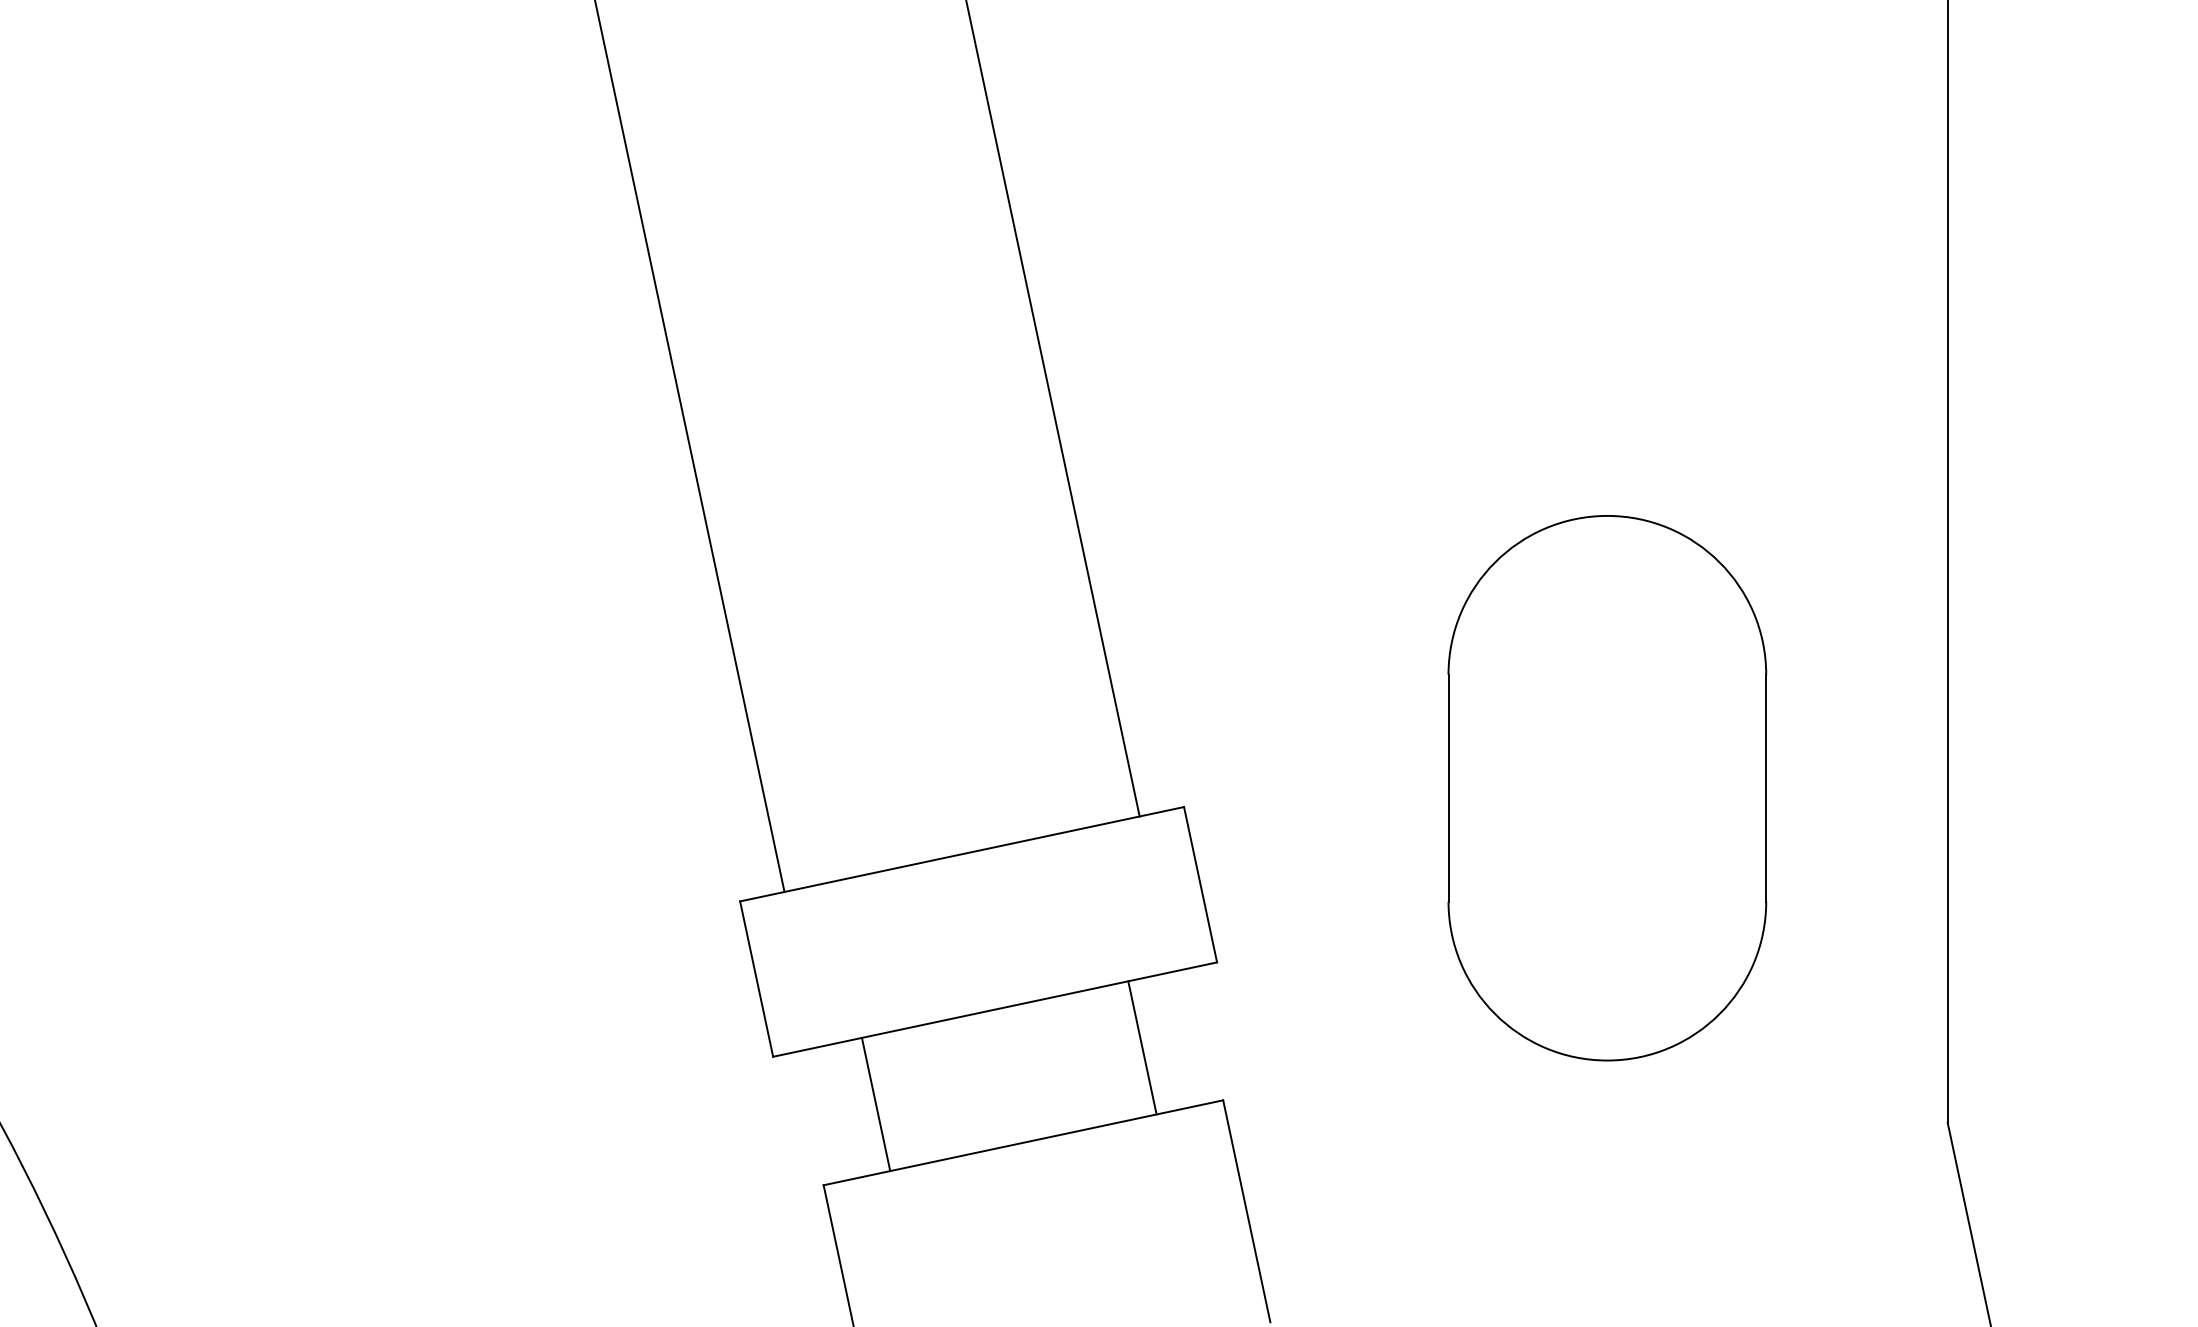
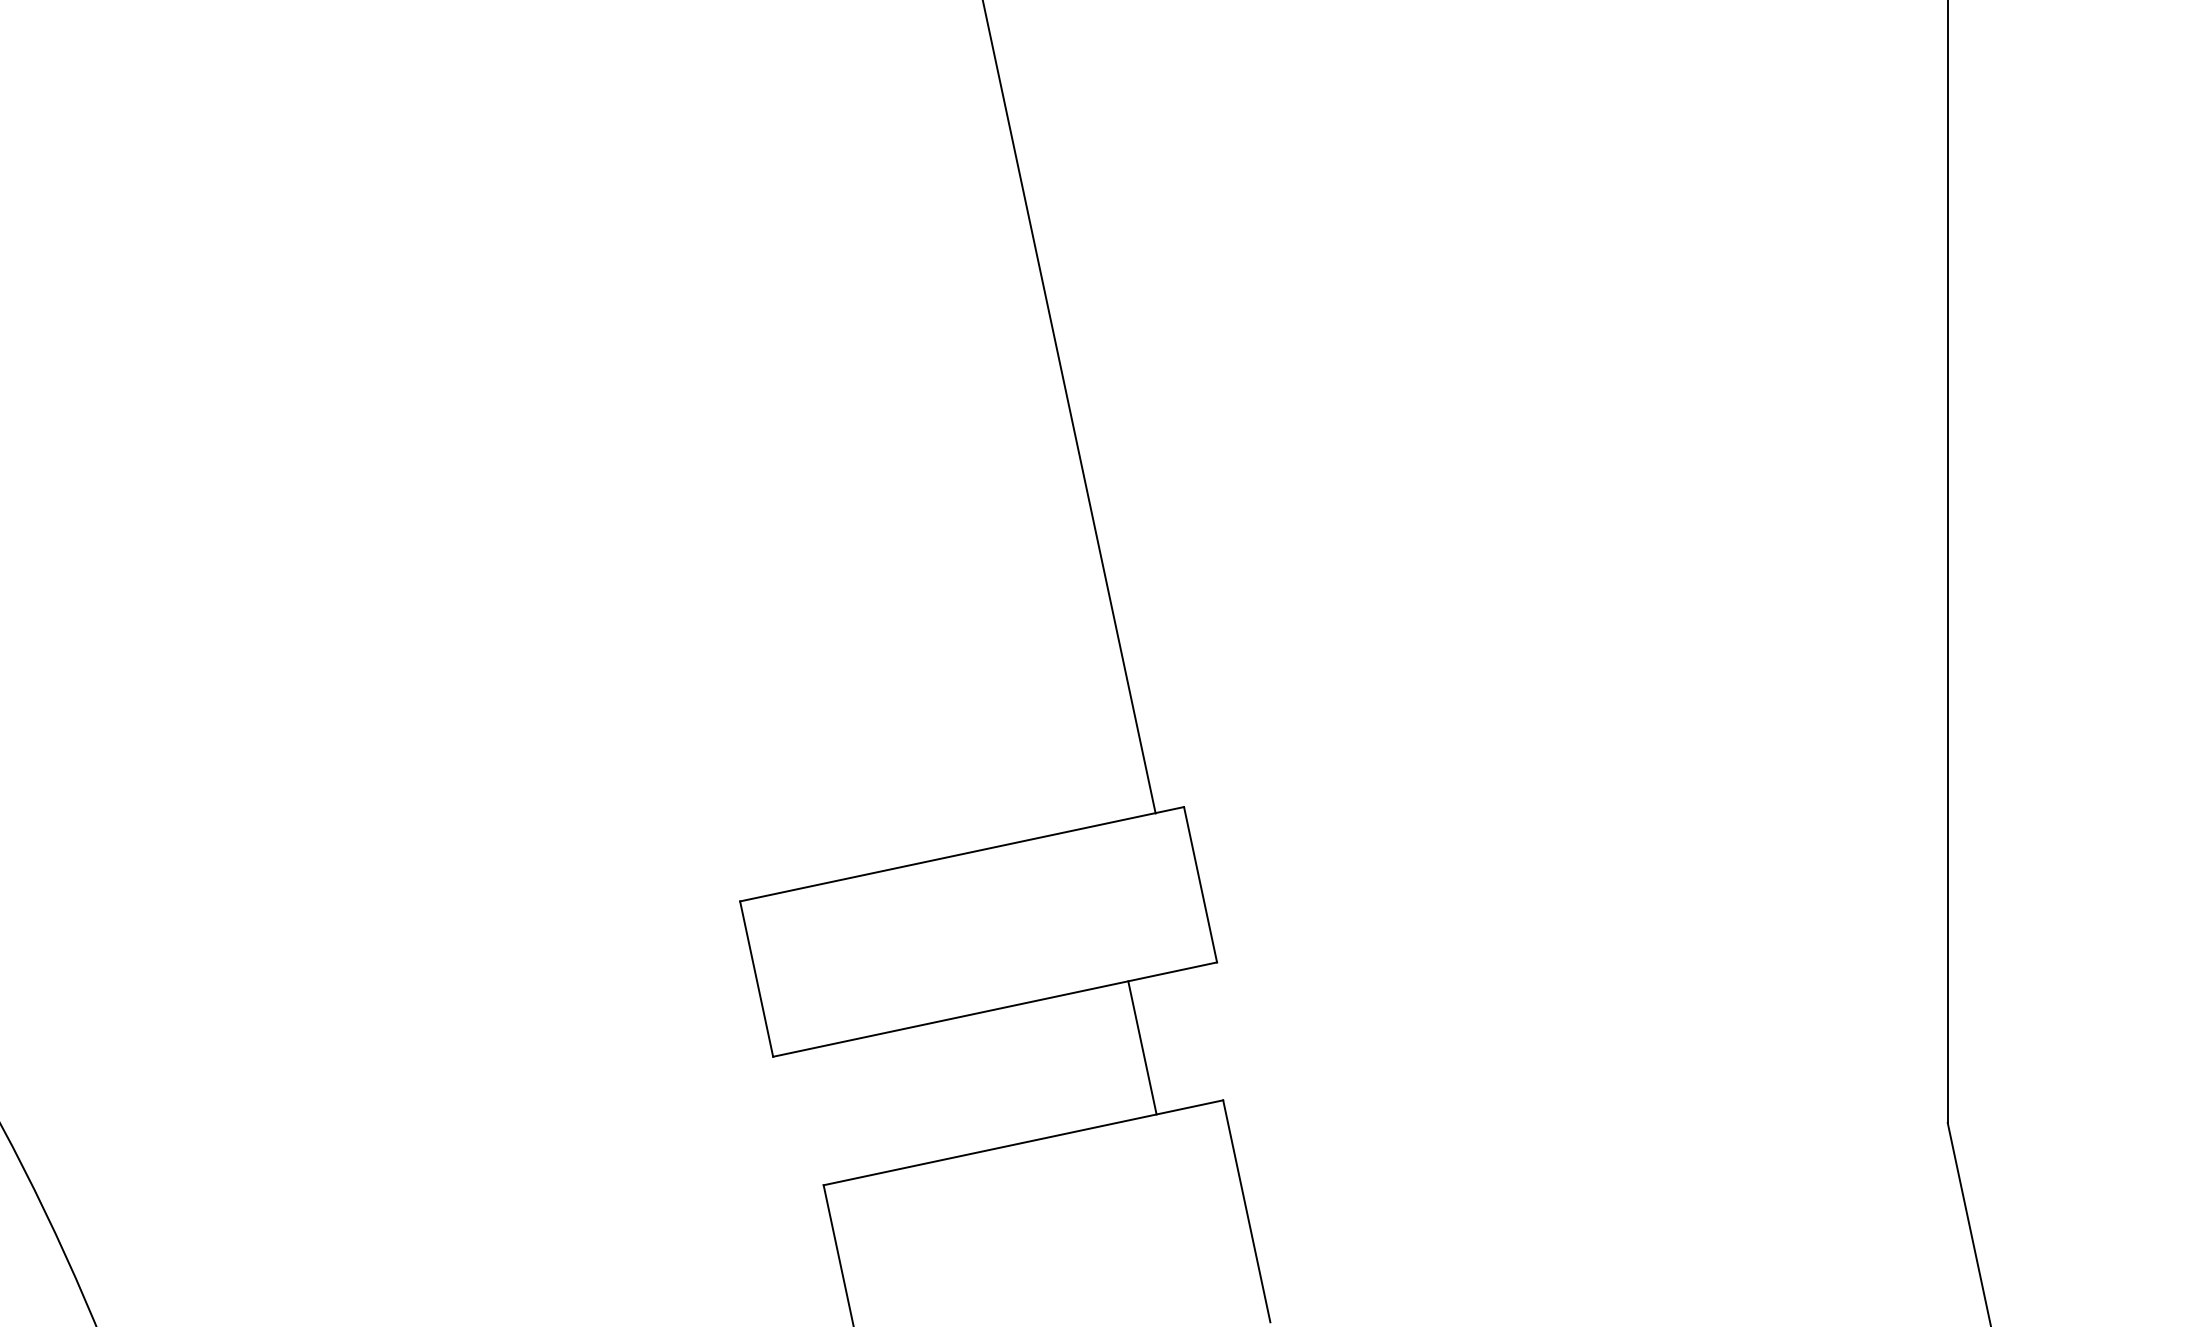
line at (1052, 409) position: (1052, 409) -> (1069, 407)
line at (689, 446): present -> none
part at (1607, 788): present -> none
line at (875, 1104): present -> none
